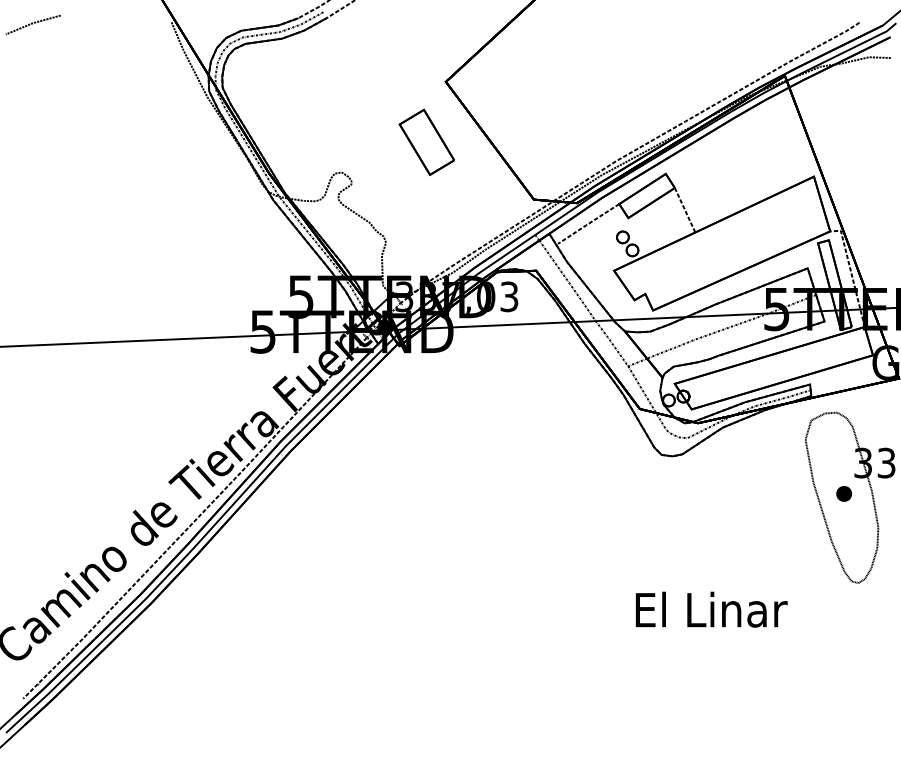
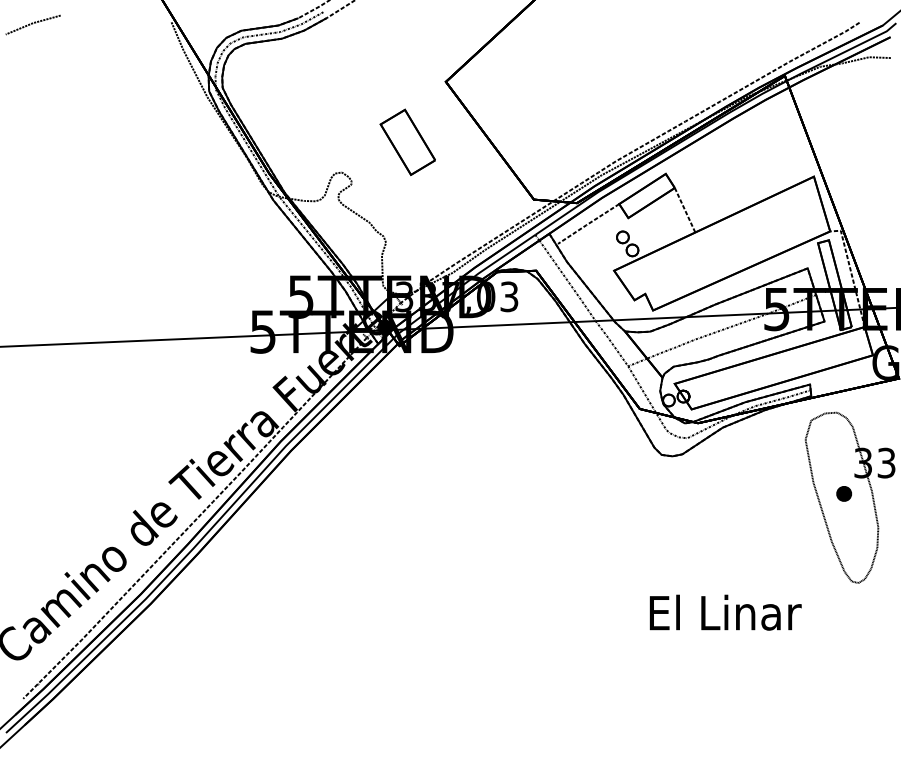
part at (426, 141) position: (426, 141) -> (407, 141)
text at (711, 609) position: (711, 609) -> (725, 612)
